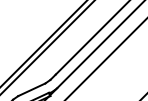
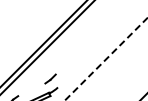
line at (91, 38): present -> none
line at (95, 49): present -> none
line at (106, 59): solid -> dashed
line at (31, 89): present -> none
